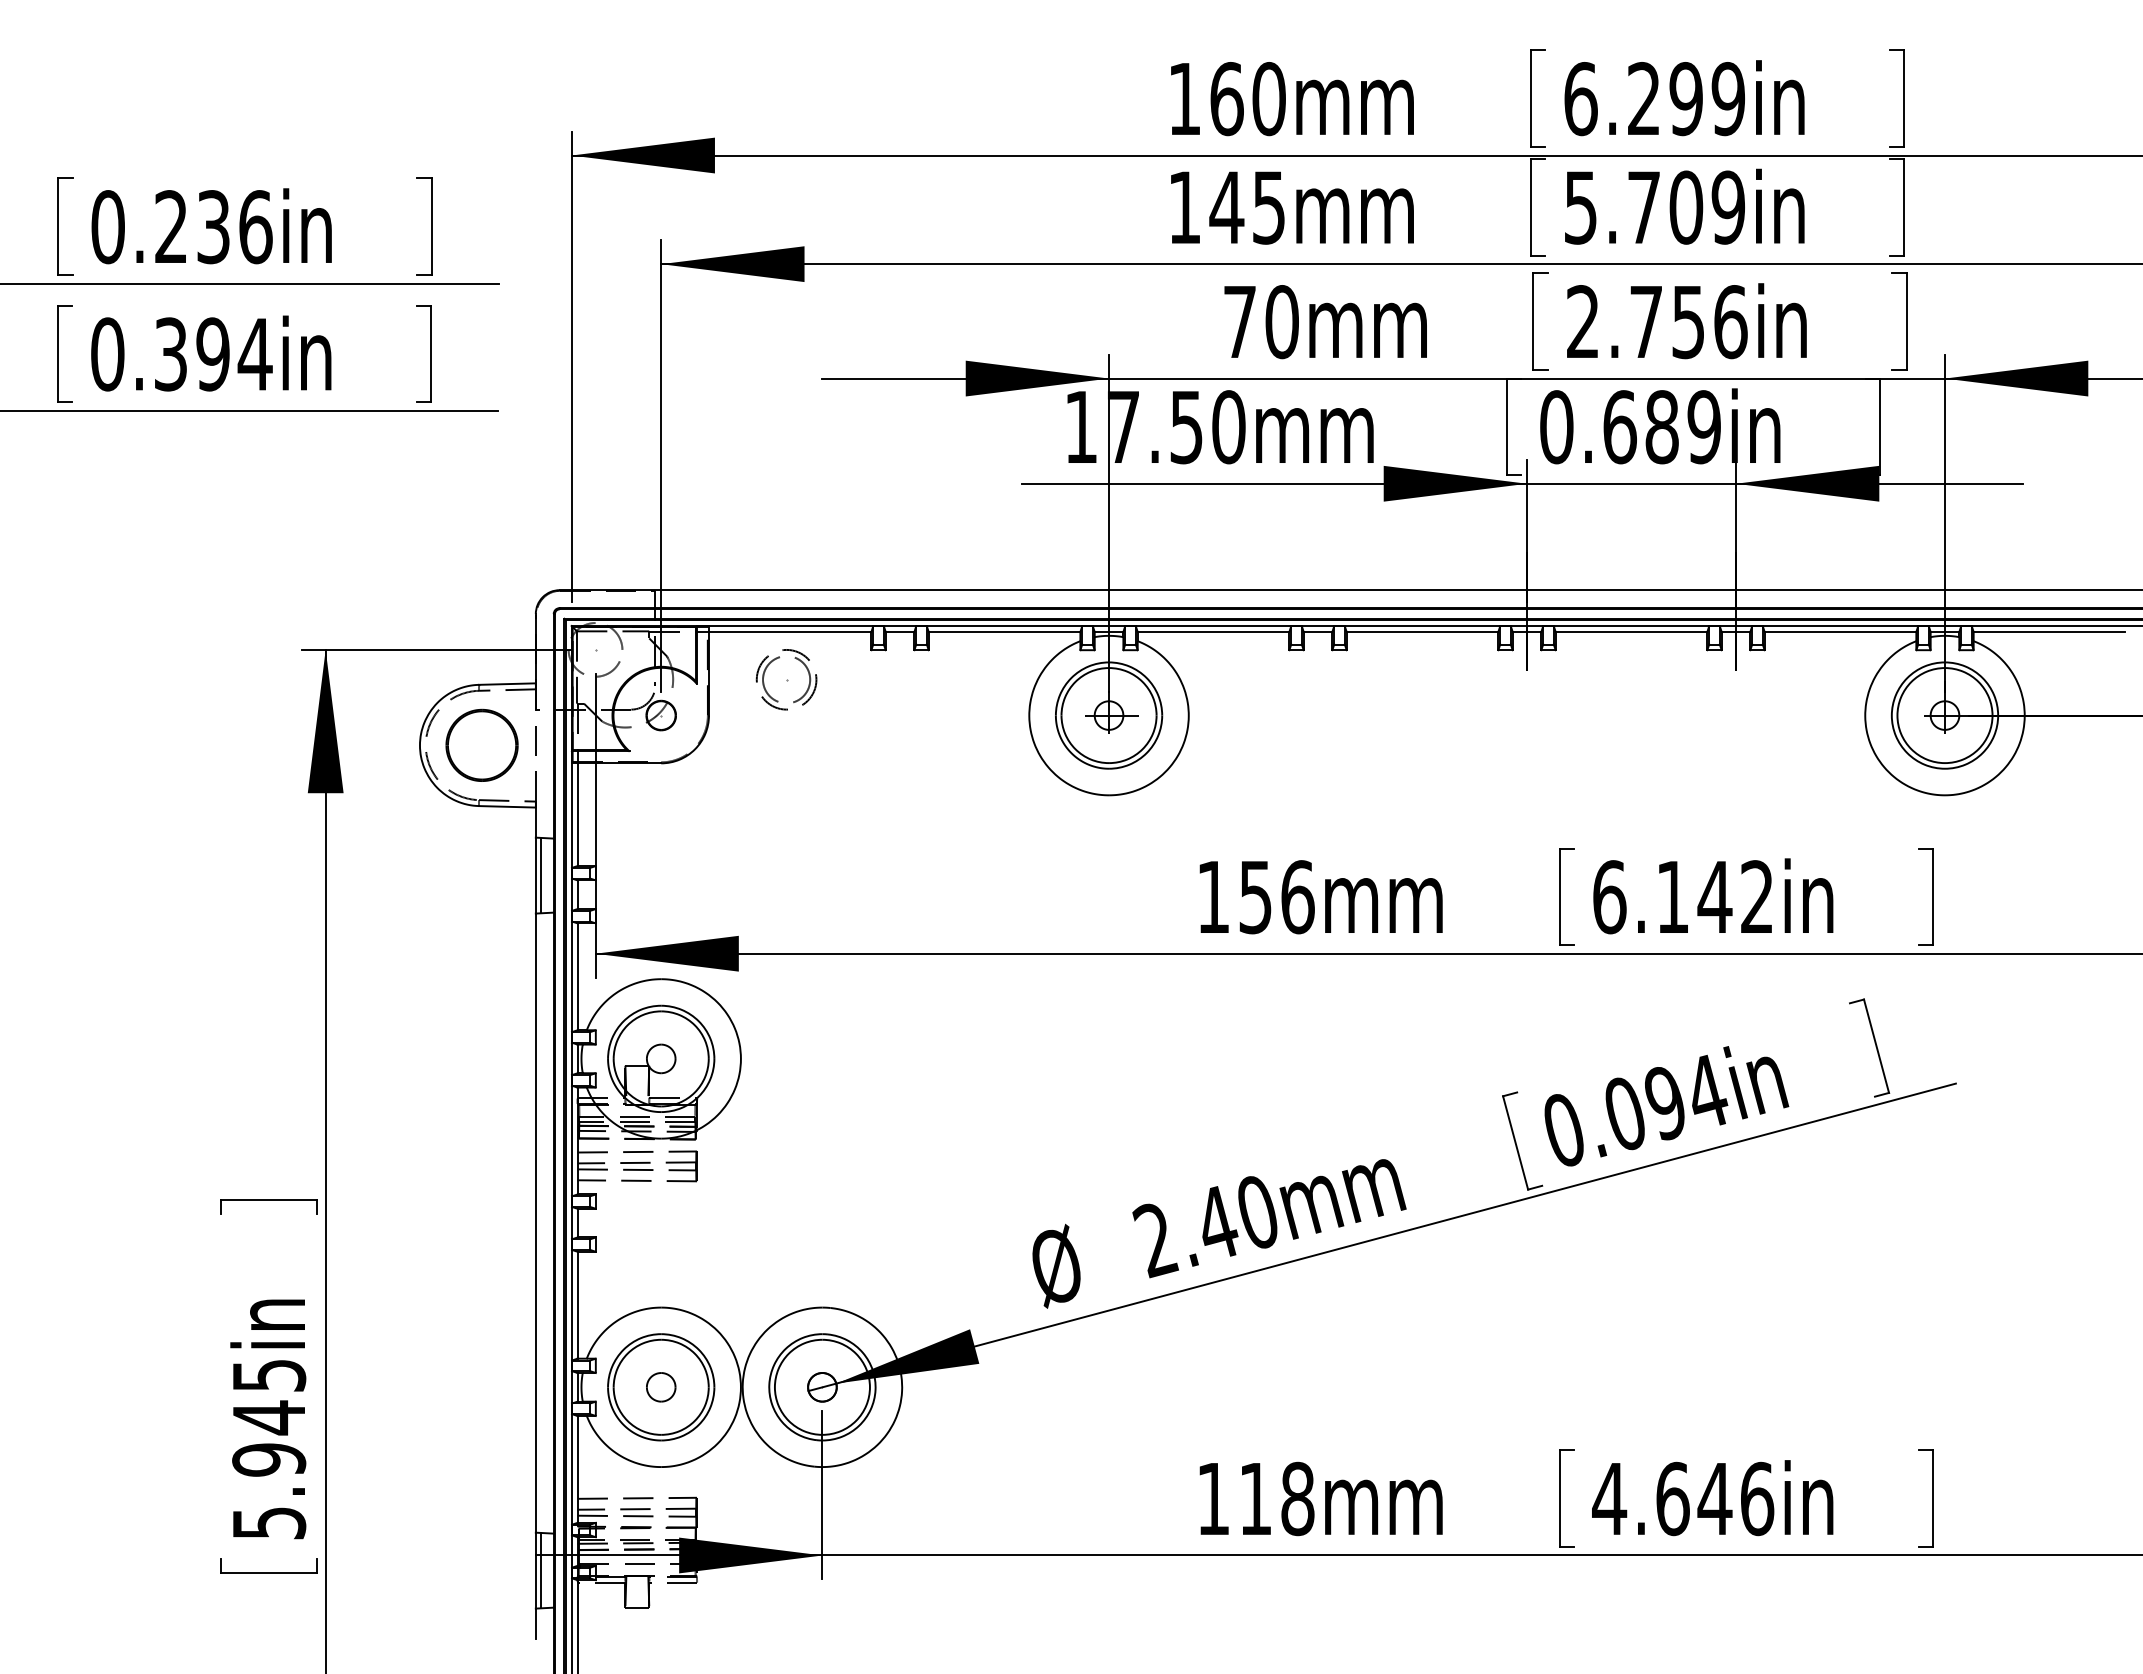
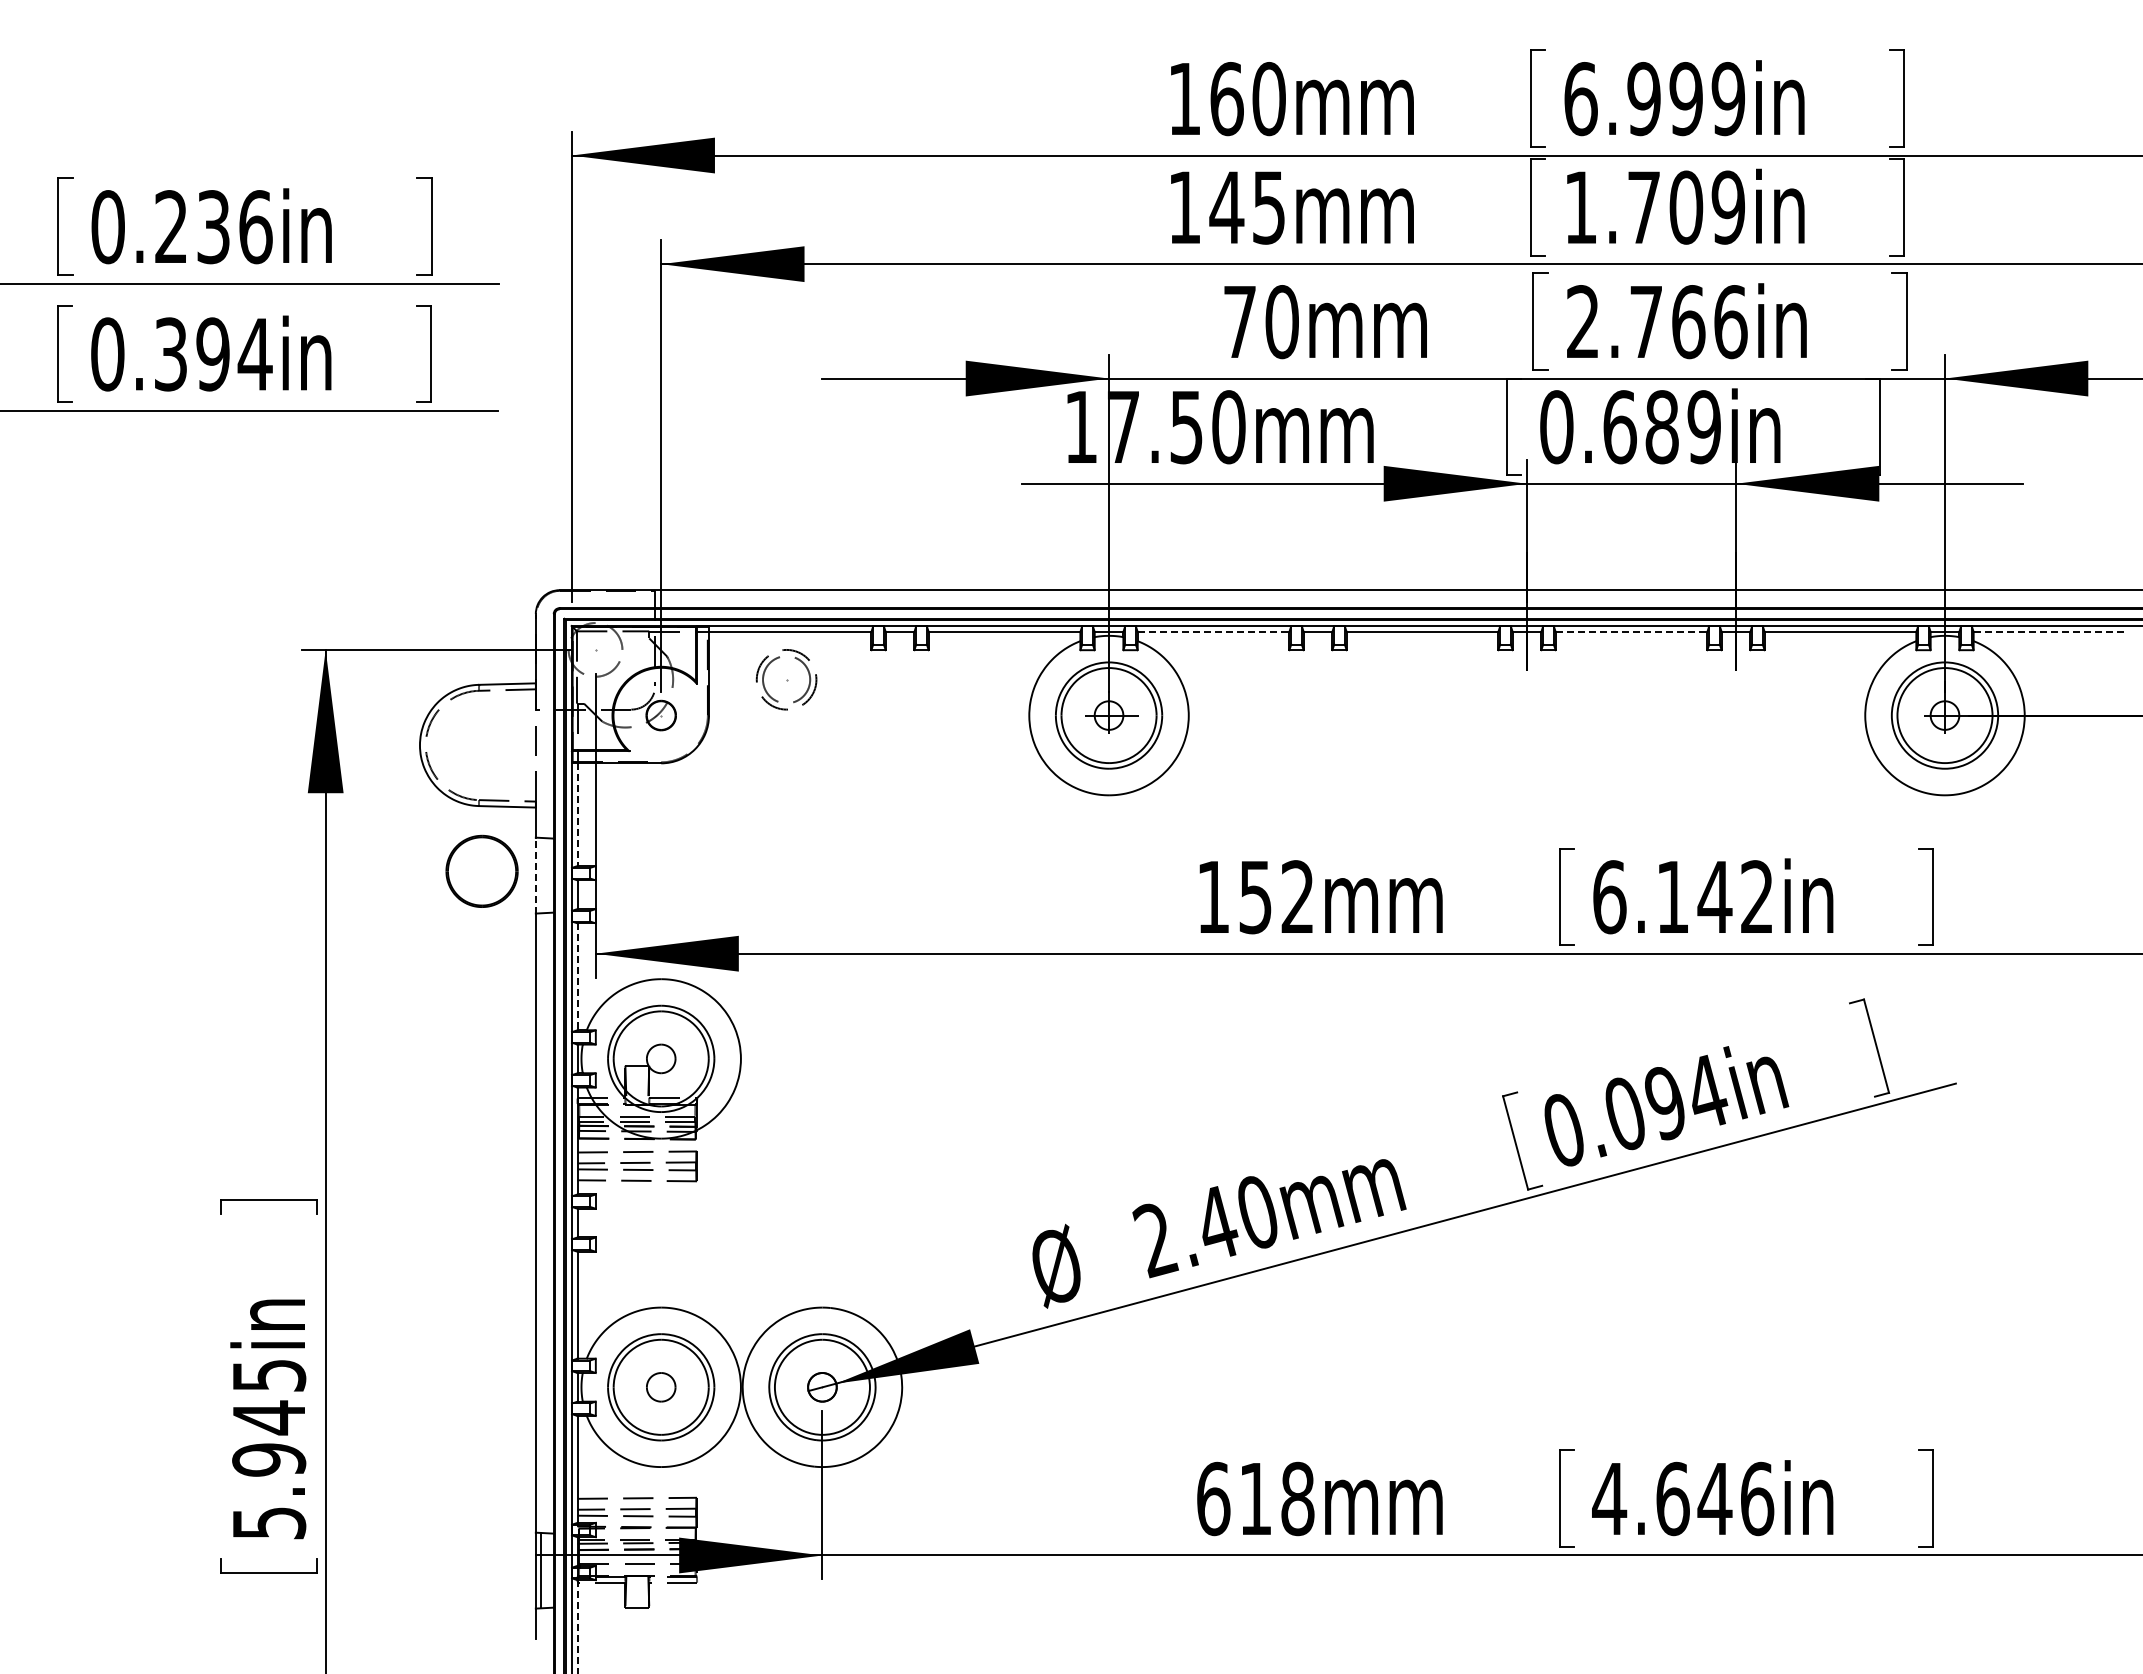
text at (1643, 99): 6.299in -> 6.999in
text at (1580, 207): 5.709in -> 1.709in
text at (1688, 322): 2.756in -> 2.766in
line at (1213, 632): solid -> dashed
line at (1631, 632): solid -> dashed
line at (2049, 632): solid -> dashed
part at (481, 744) position: (481, 744) -> (481, 870)
line at (577, 815): solid -> dashed
line at (535, 875): solid -> dashed
line at (540, 875): present -> none
text at (1297, 897): 156mm -> 152mm
line at (577, 977): solid -> dashed
text at (1213, 1498): 118mm -> 618mm
line at (577, 1626): solid -> dashed
